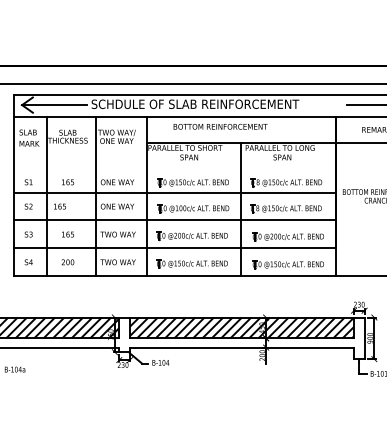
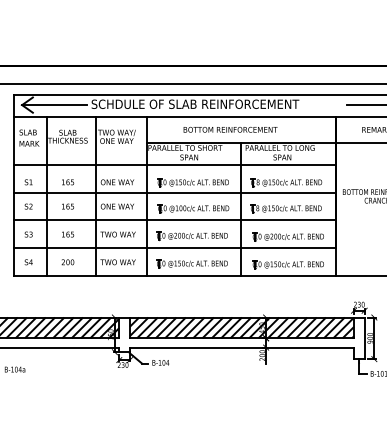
text at (220, 126) position: (220, 126) -> (230, 129)
line at (174, 164): none -> present
text at (59, 206) position: (59, 206) -> (67, 206)
